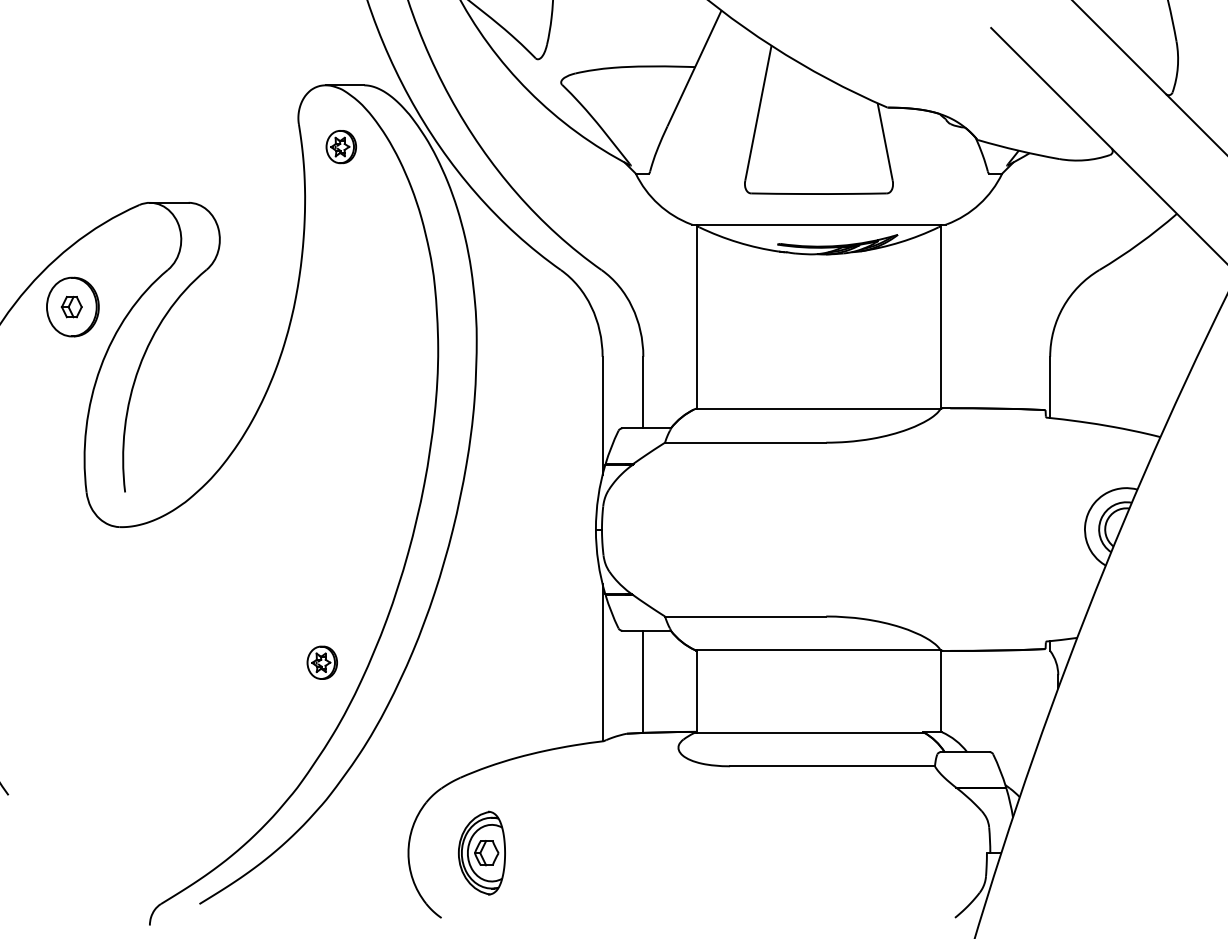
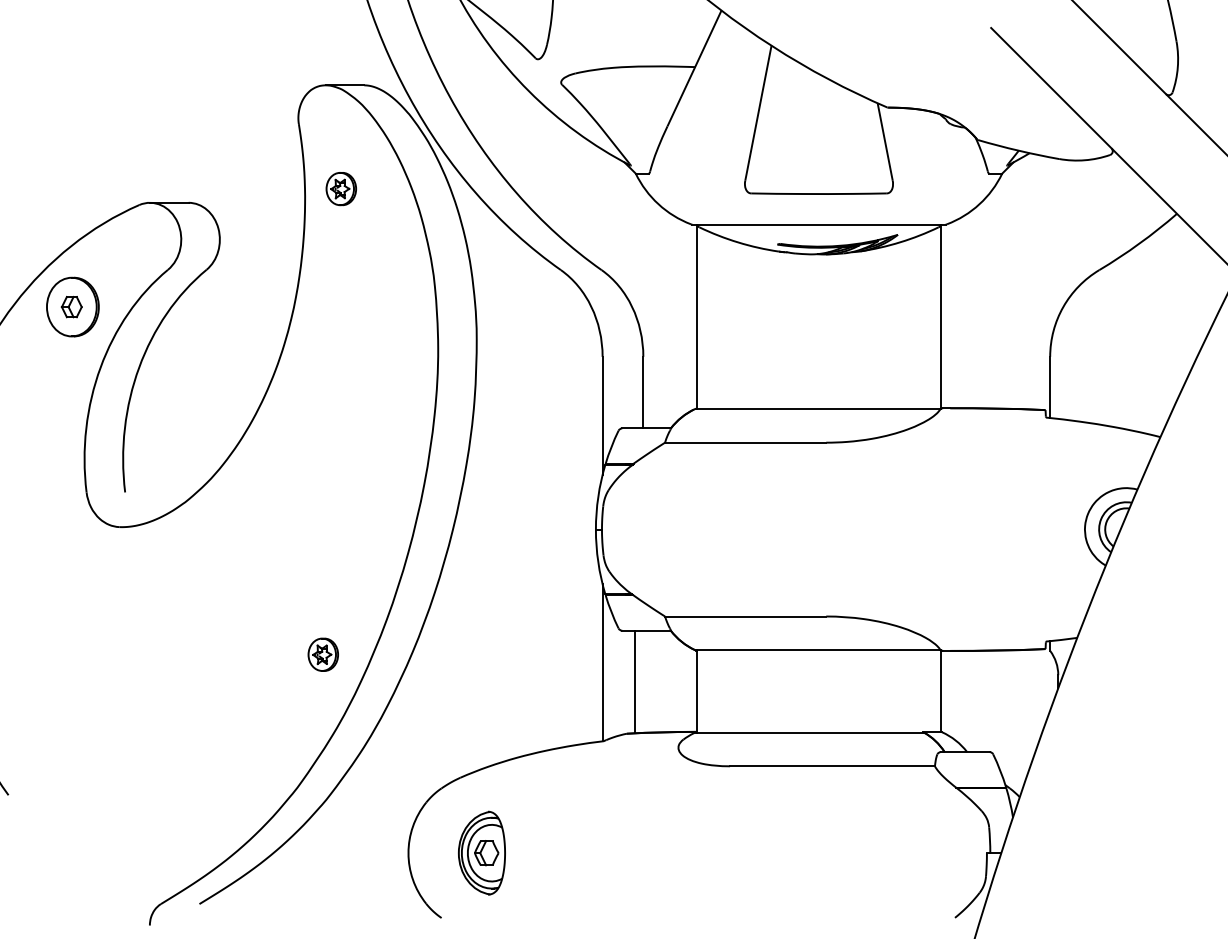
part at (340, 147) position: (340, 147) -> (340, 189)
part at (321, 662) position: (321, 662) -> (322, 654)
line at (643, 681) position: (643, 681) -> (635, 681)
